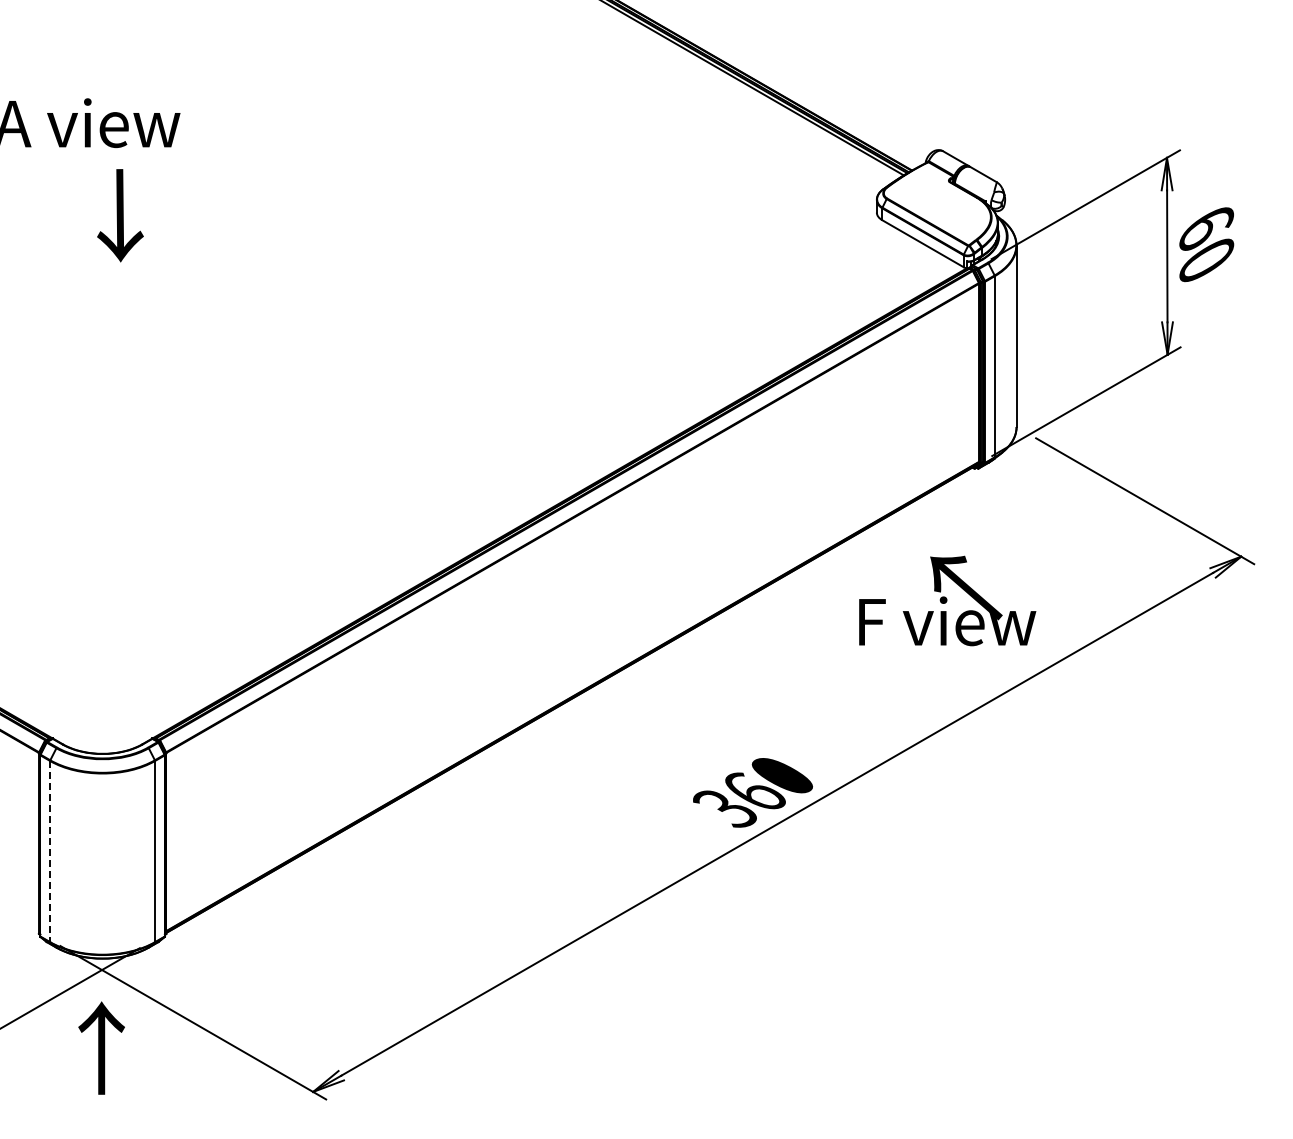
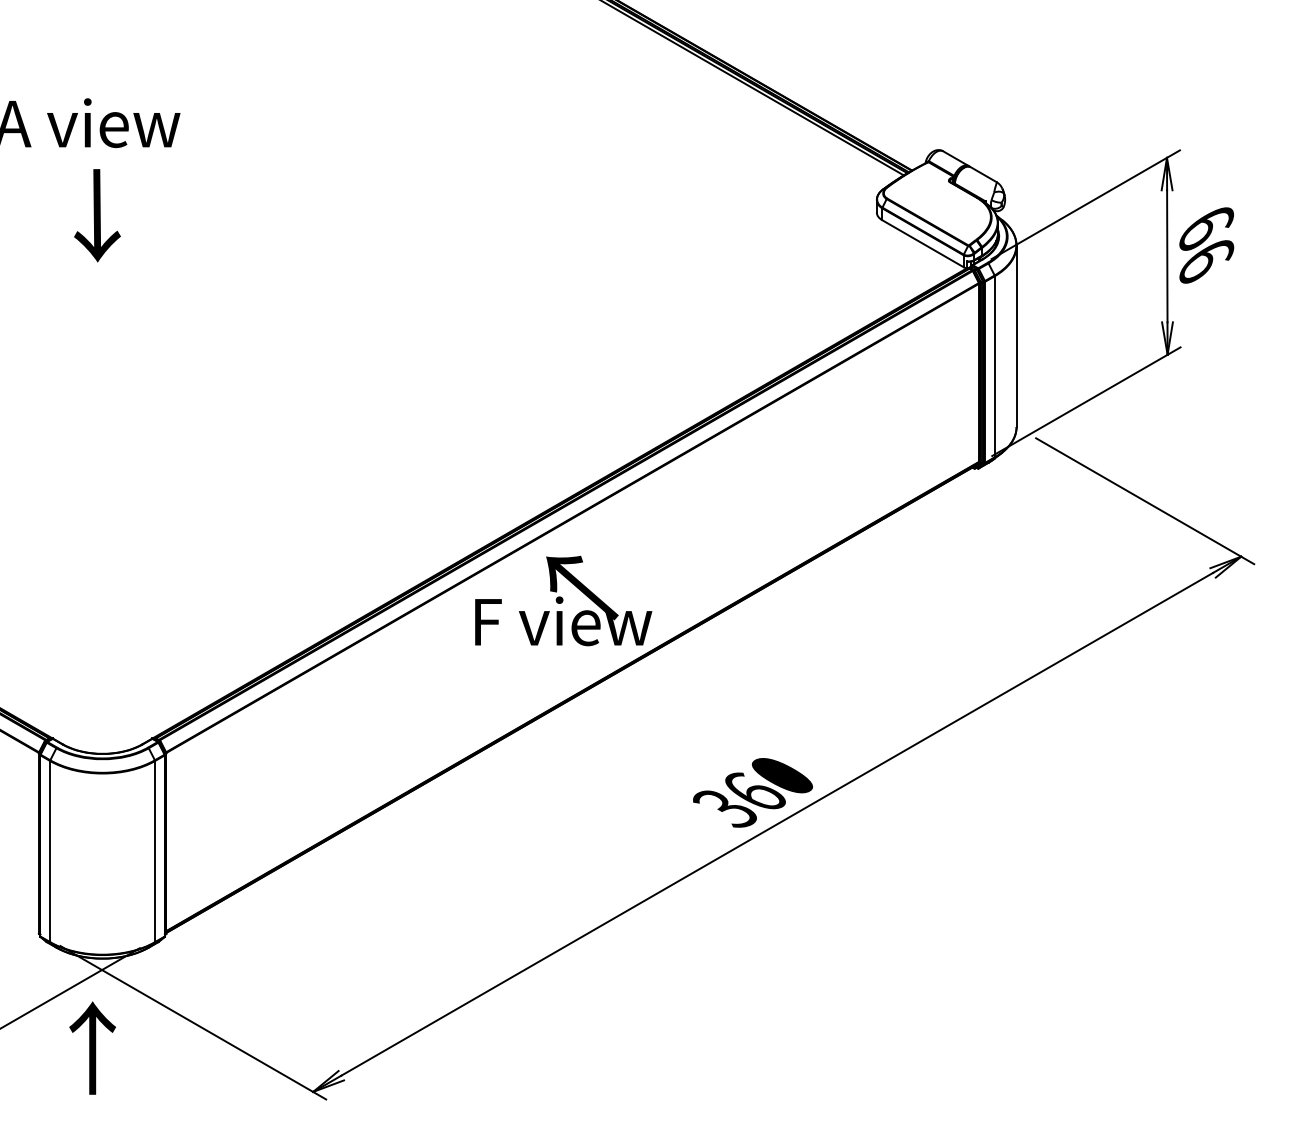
text at (120, 215) position: (120, 215) -> (97, 215)
text at (1206, 260): 60 -> 66
text at (947, 600) position: (947, 600) -> (563, 600)
line at (50, 851): dashed -> solid
text at (101, 1047) position: (101, 1047) -> (92, 1047)
